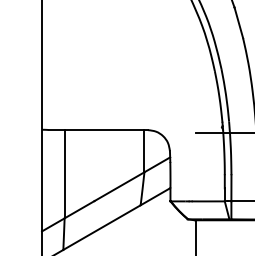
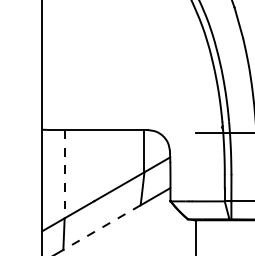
line at (64, 174): solid -> dashed
line at (102, 227): solid -> dashed
